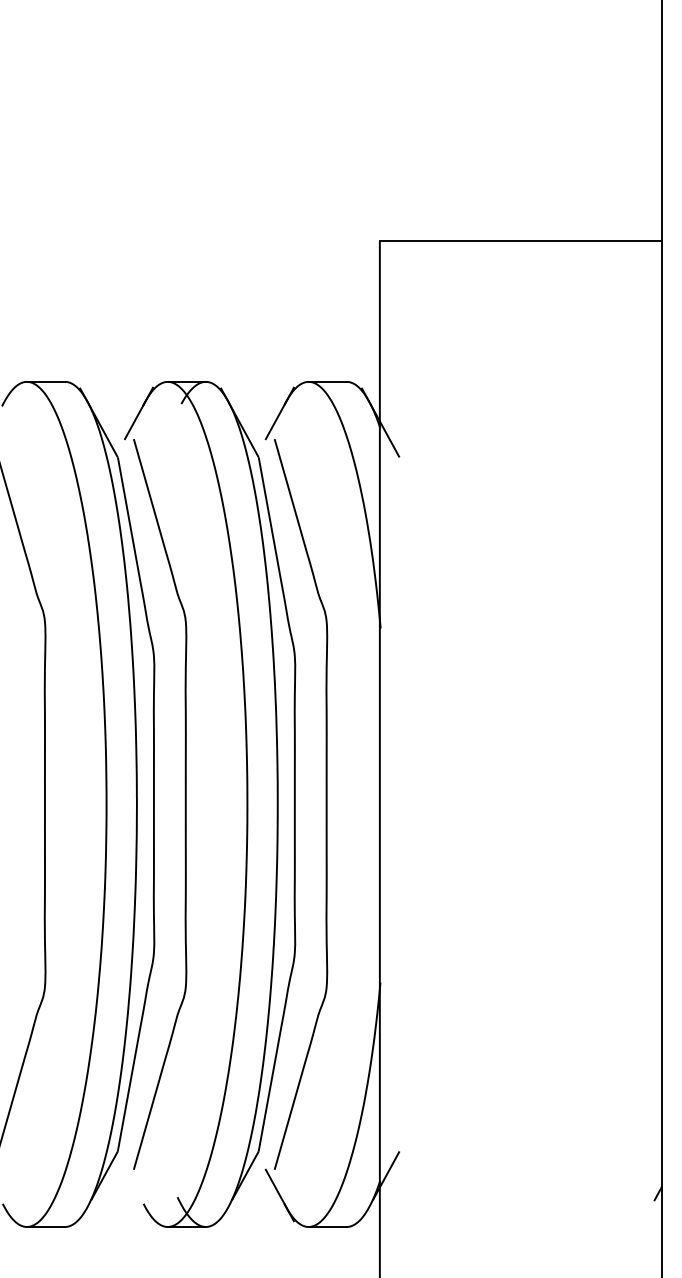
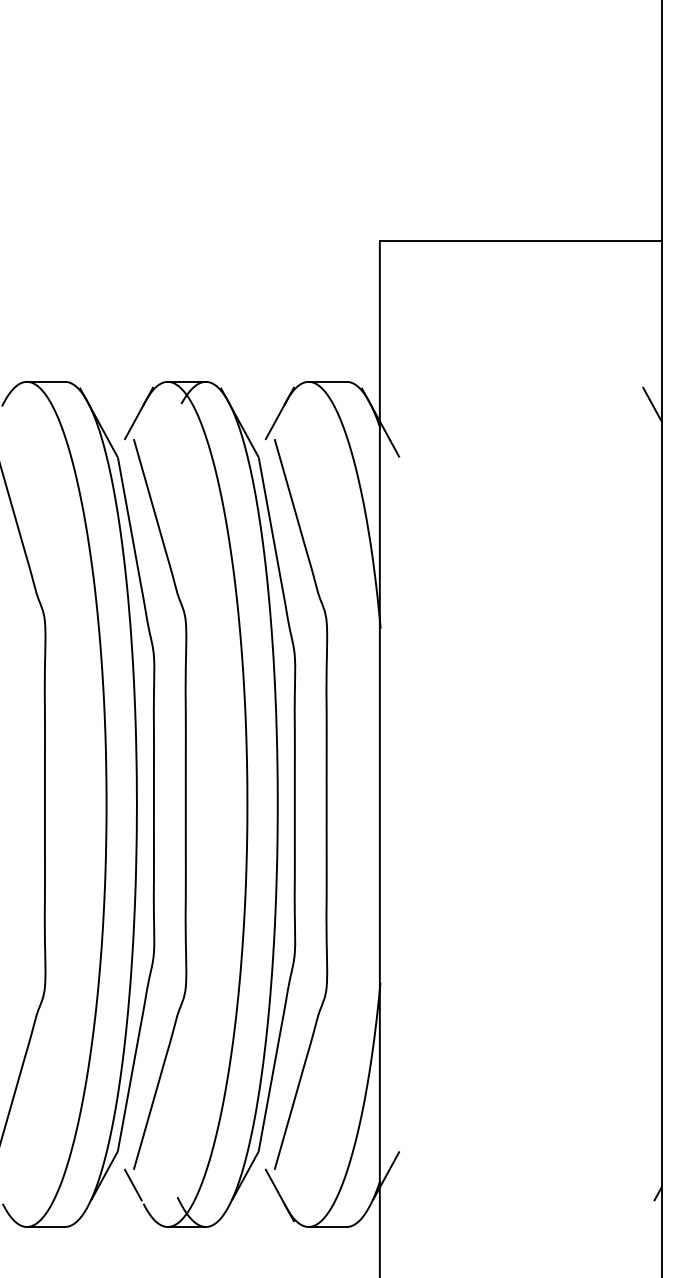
line at (652, 404): none -> present
line at (132, 1184): none -> present
